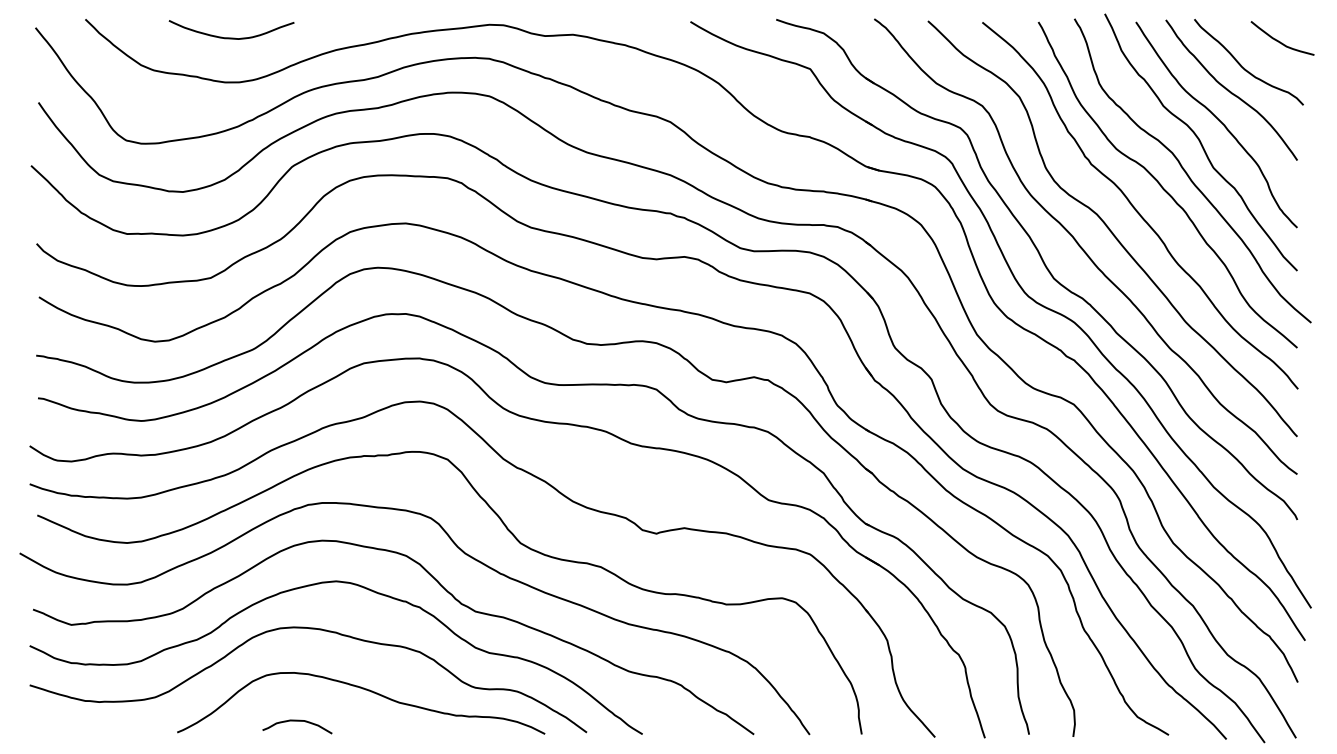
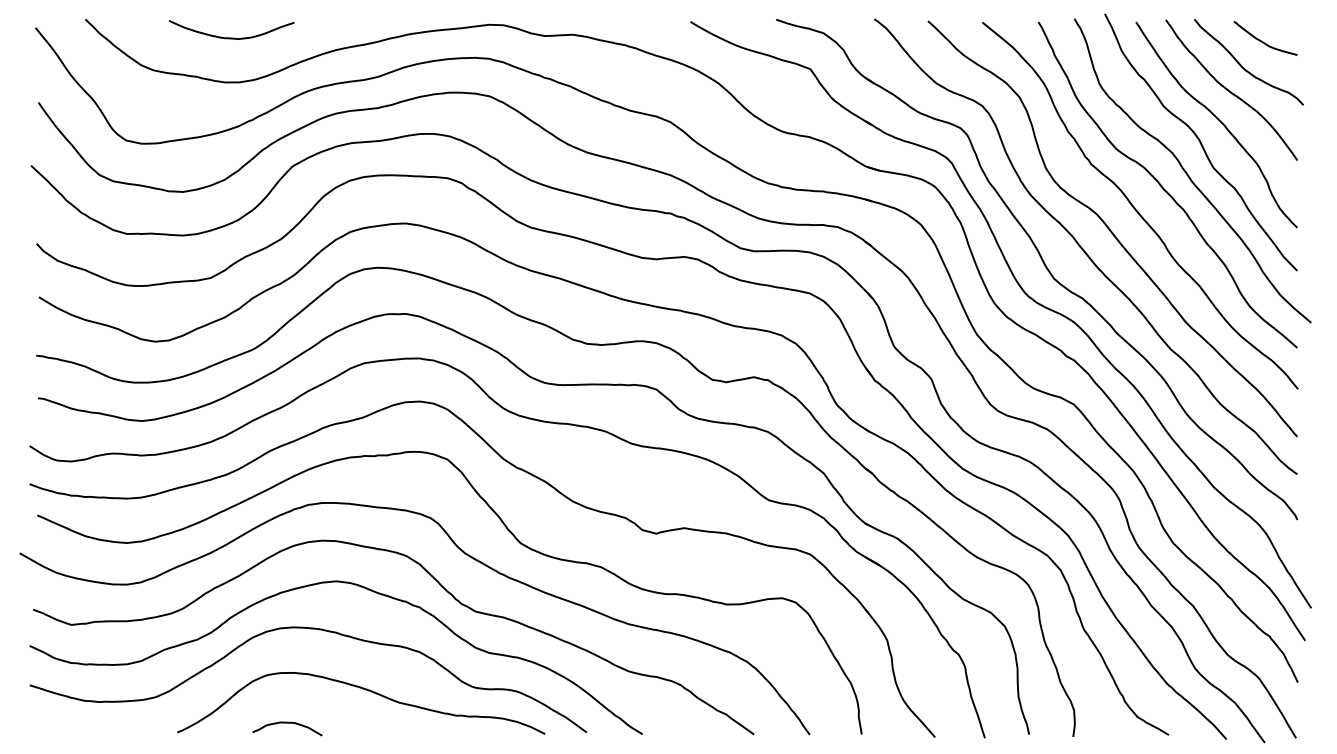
curve at (1280, 41) position: (1280, 41) -> (1263, 41)
curve at (297, 721) position: (297, 721) -> (287, 723)
